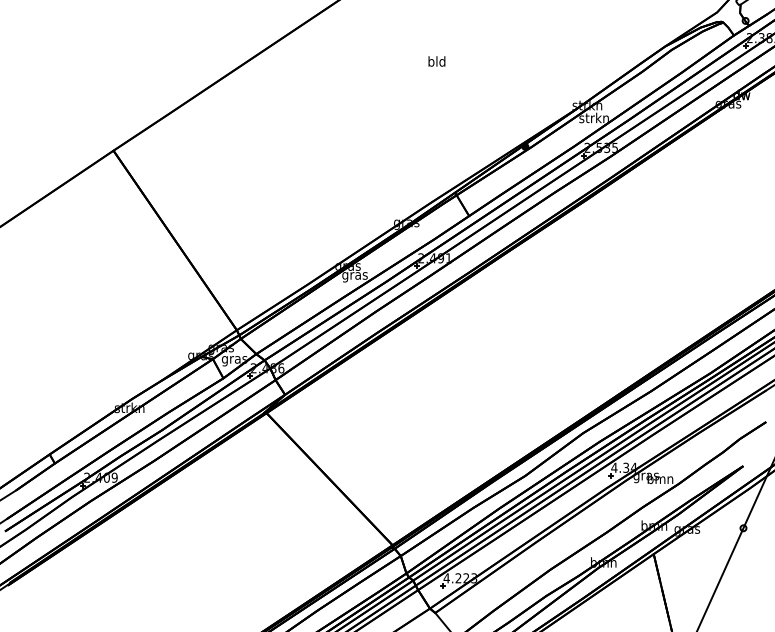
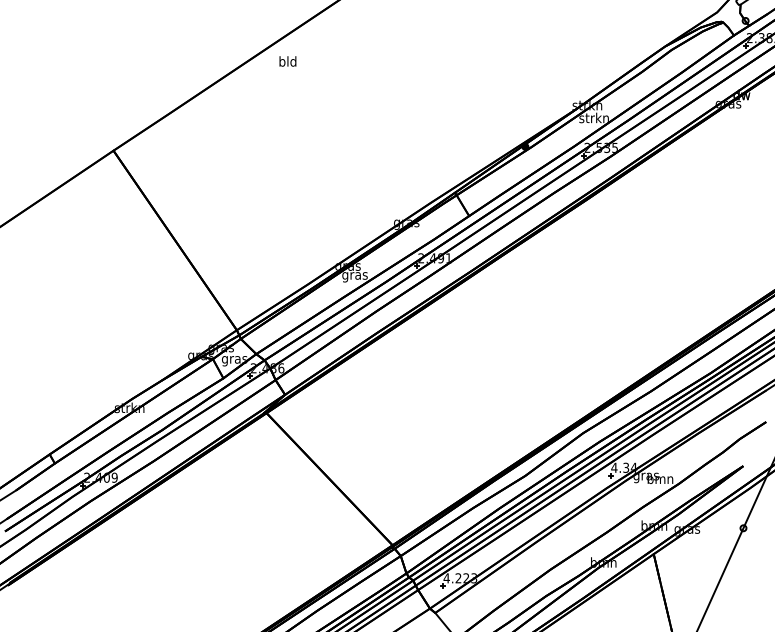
text at (436, 61) position: (436, 61) -> (287, 61)
